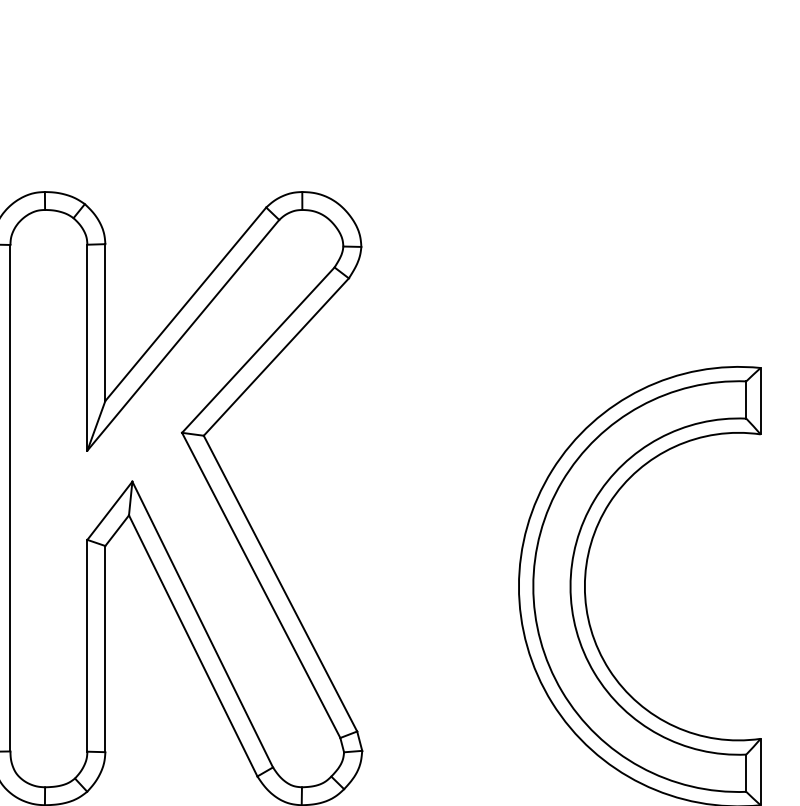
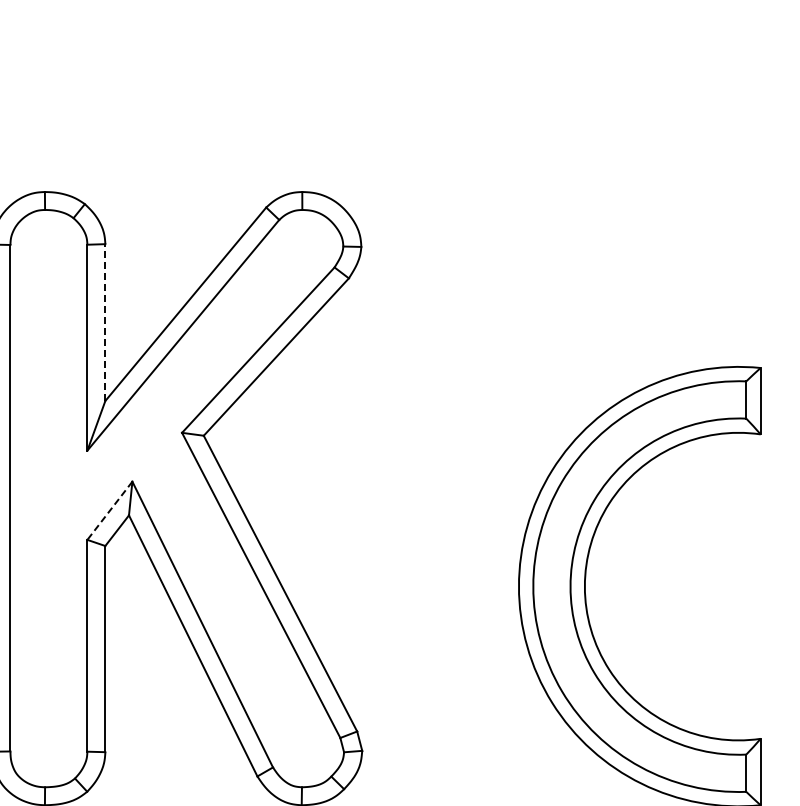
line at (105, 322): solid -> dashed
line at (109, 510): solid -> dashed
